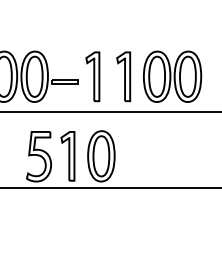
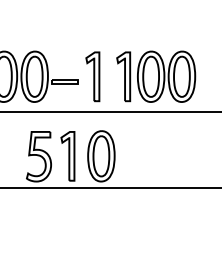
part at (172, 76) position: (172, 76) -> (166, 76)
